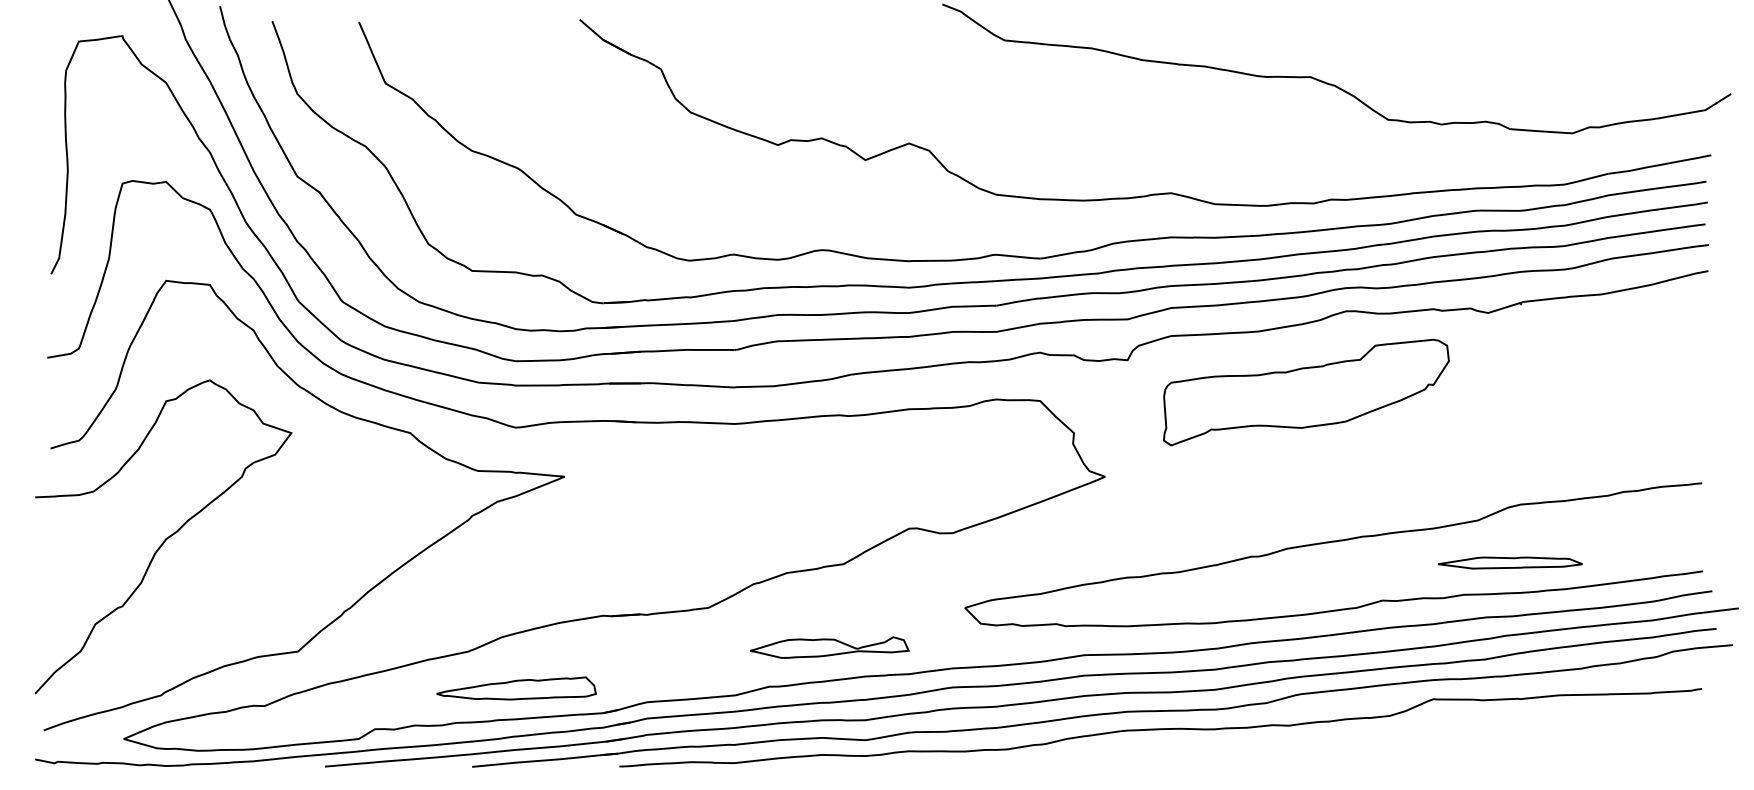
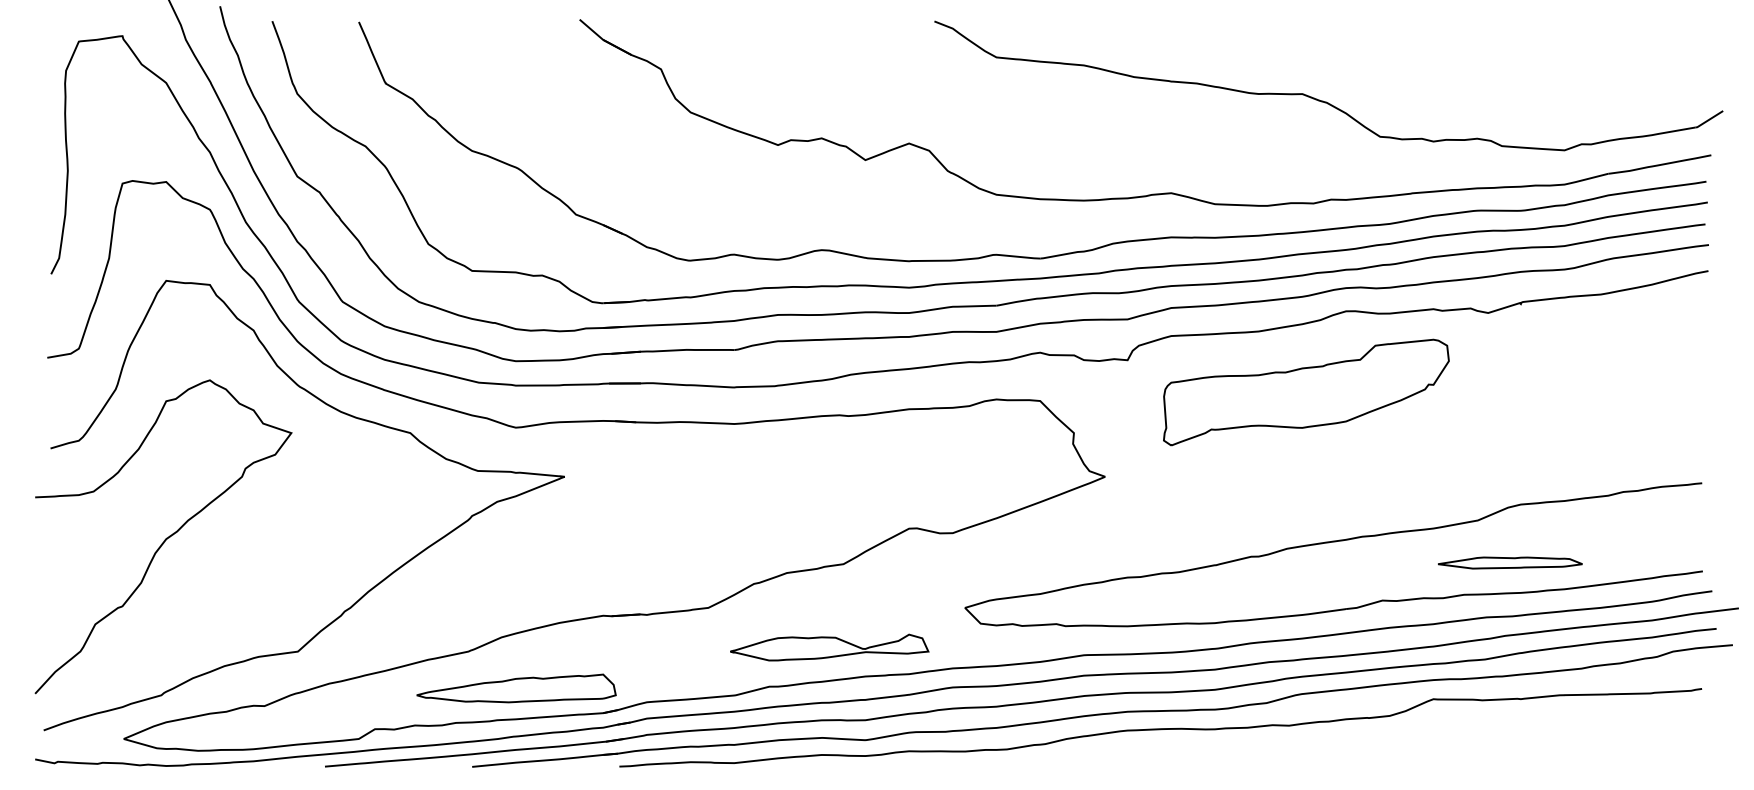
part at (1331, 83) position: (1331, 83) -> (1323, 100)
part at (829, 647) size: 160x23 px -> 200x29 px
part at (516, 688) size: 161x25 px -> 201x31 px
